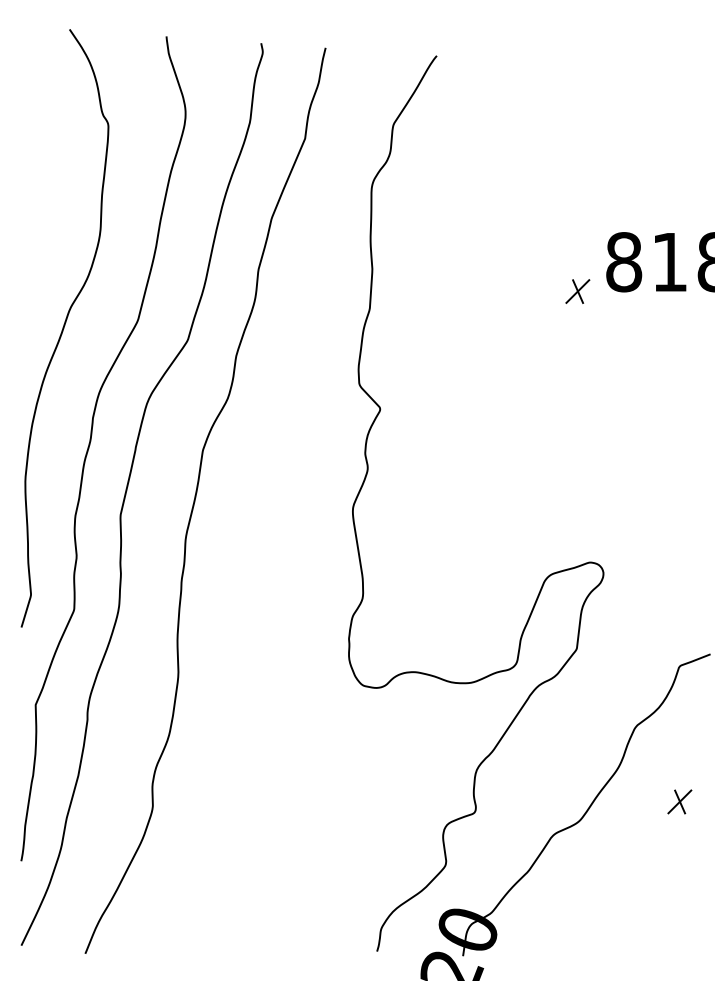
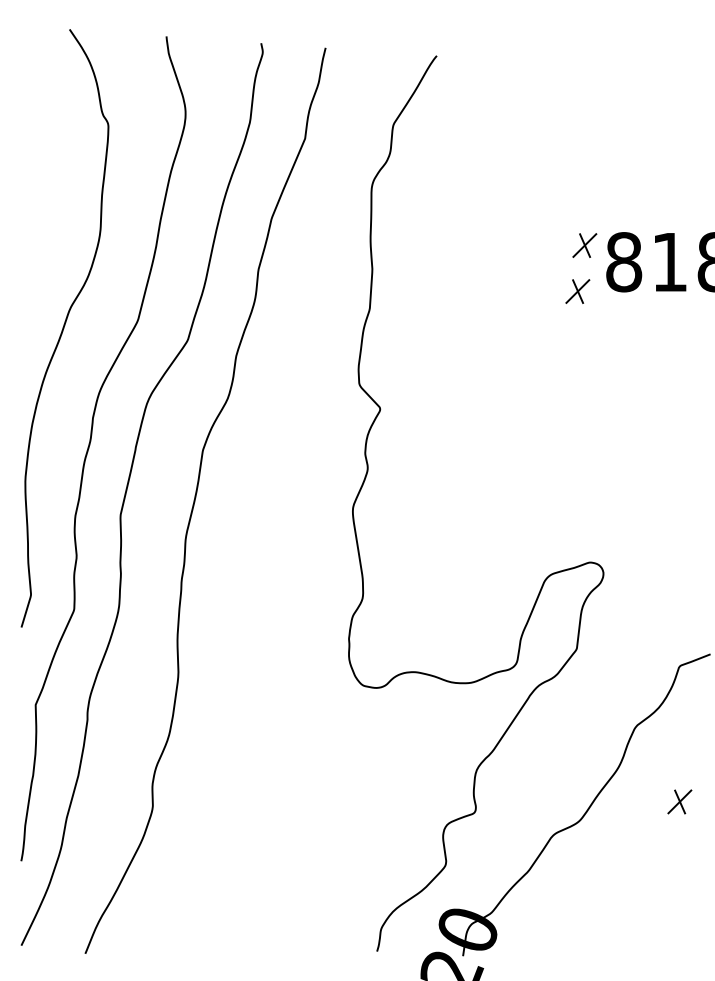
part at (584, 245): none -> present
